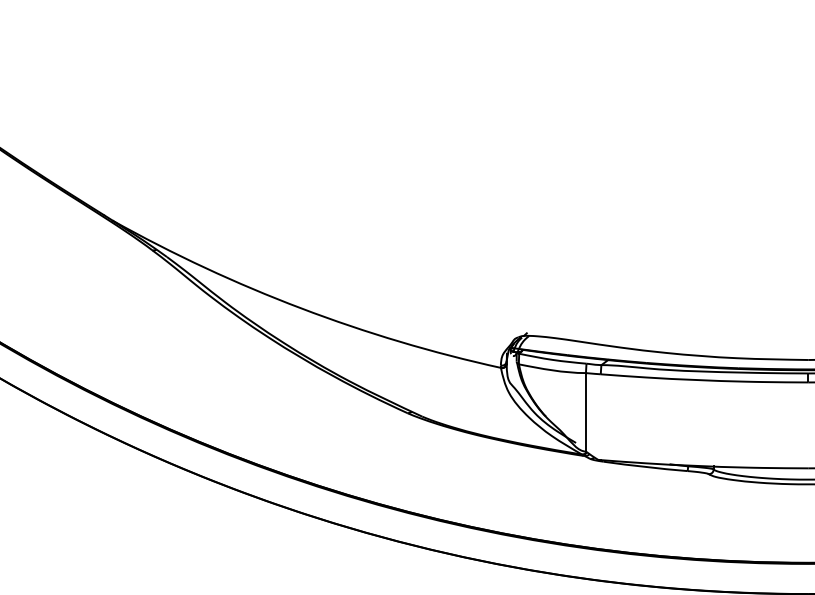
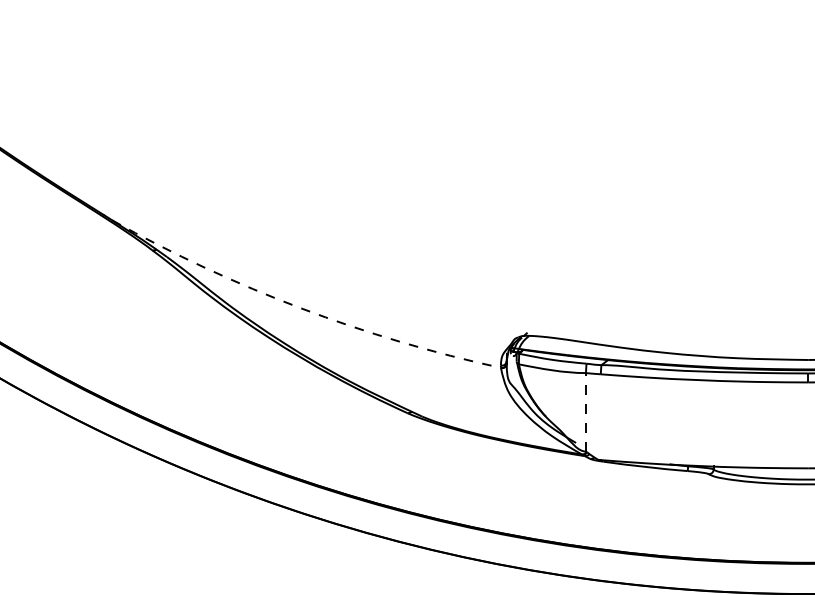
arc at (301, 308): solid -> dashed
line at (586, 411): solid -> dashed
